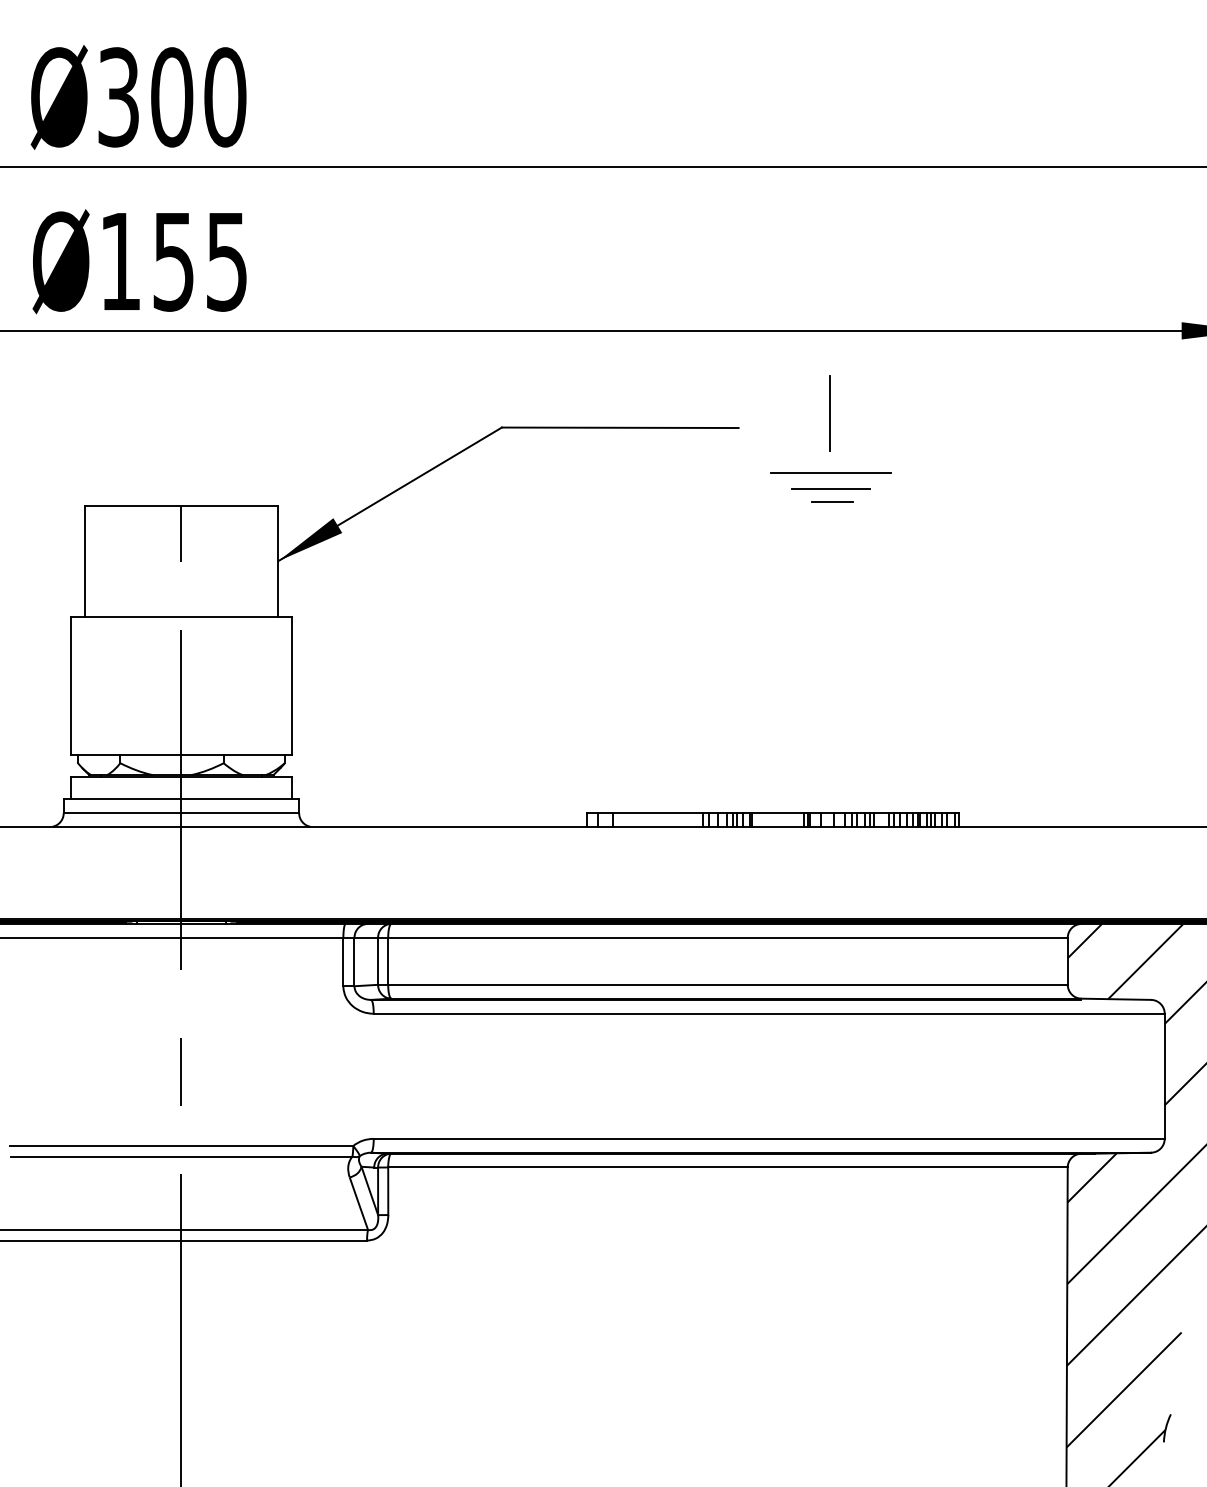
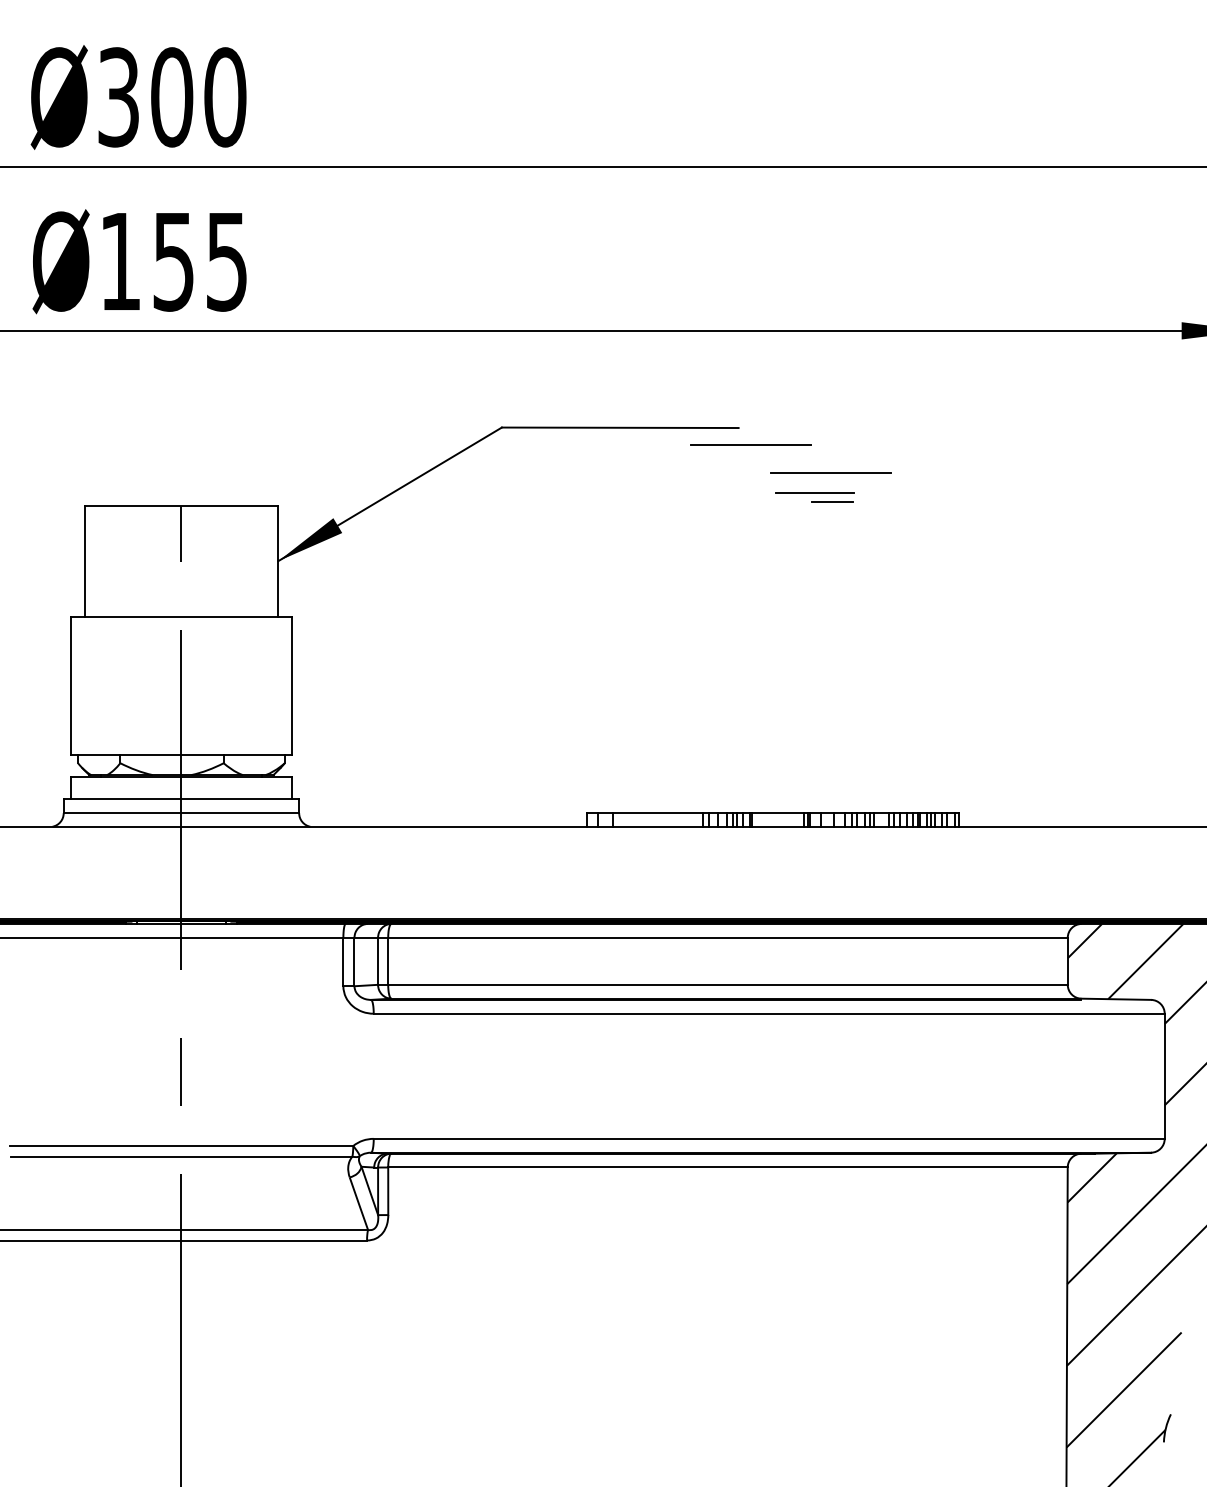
line at (830, 412): present -> none
line at (750, 444): none -> present
line at (830, 488) position: (830, 488) -> (814, 492)
